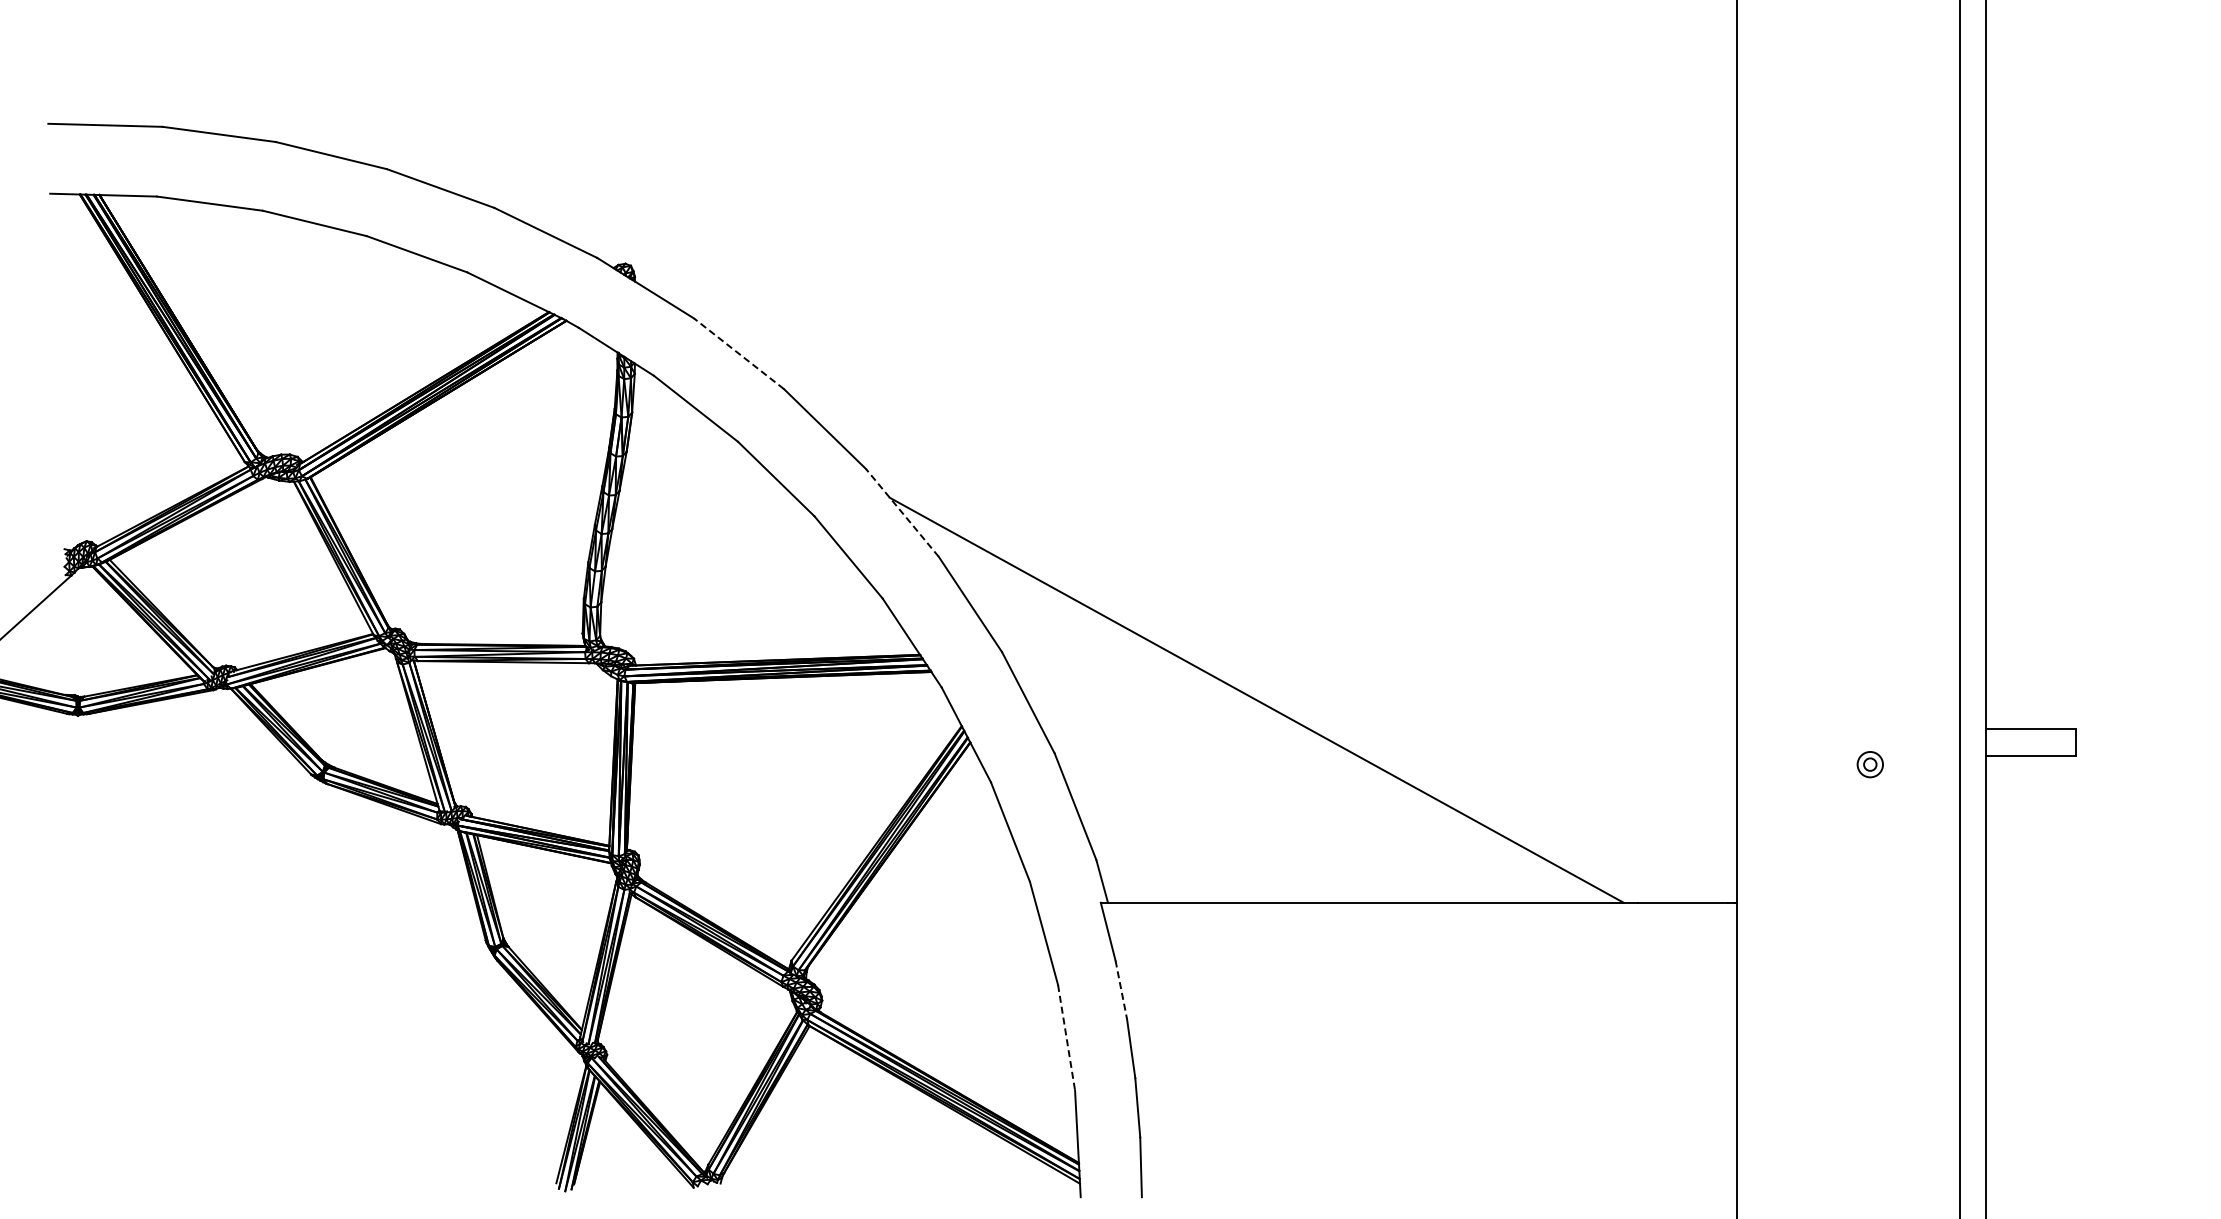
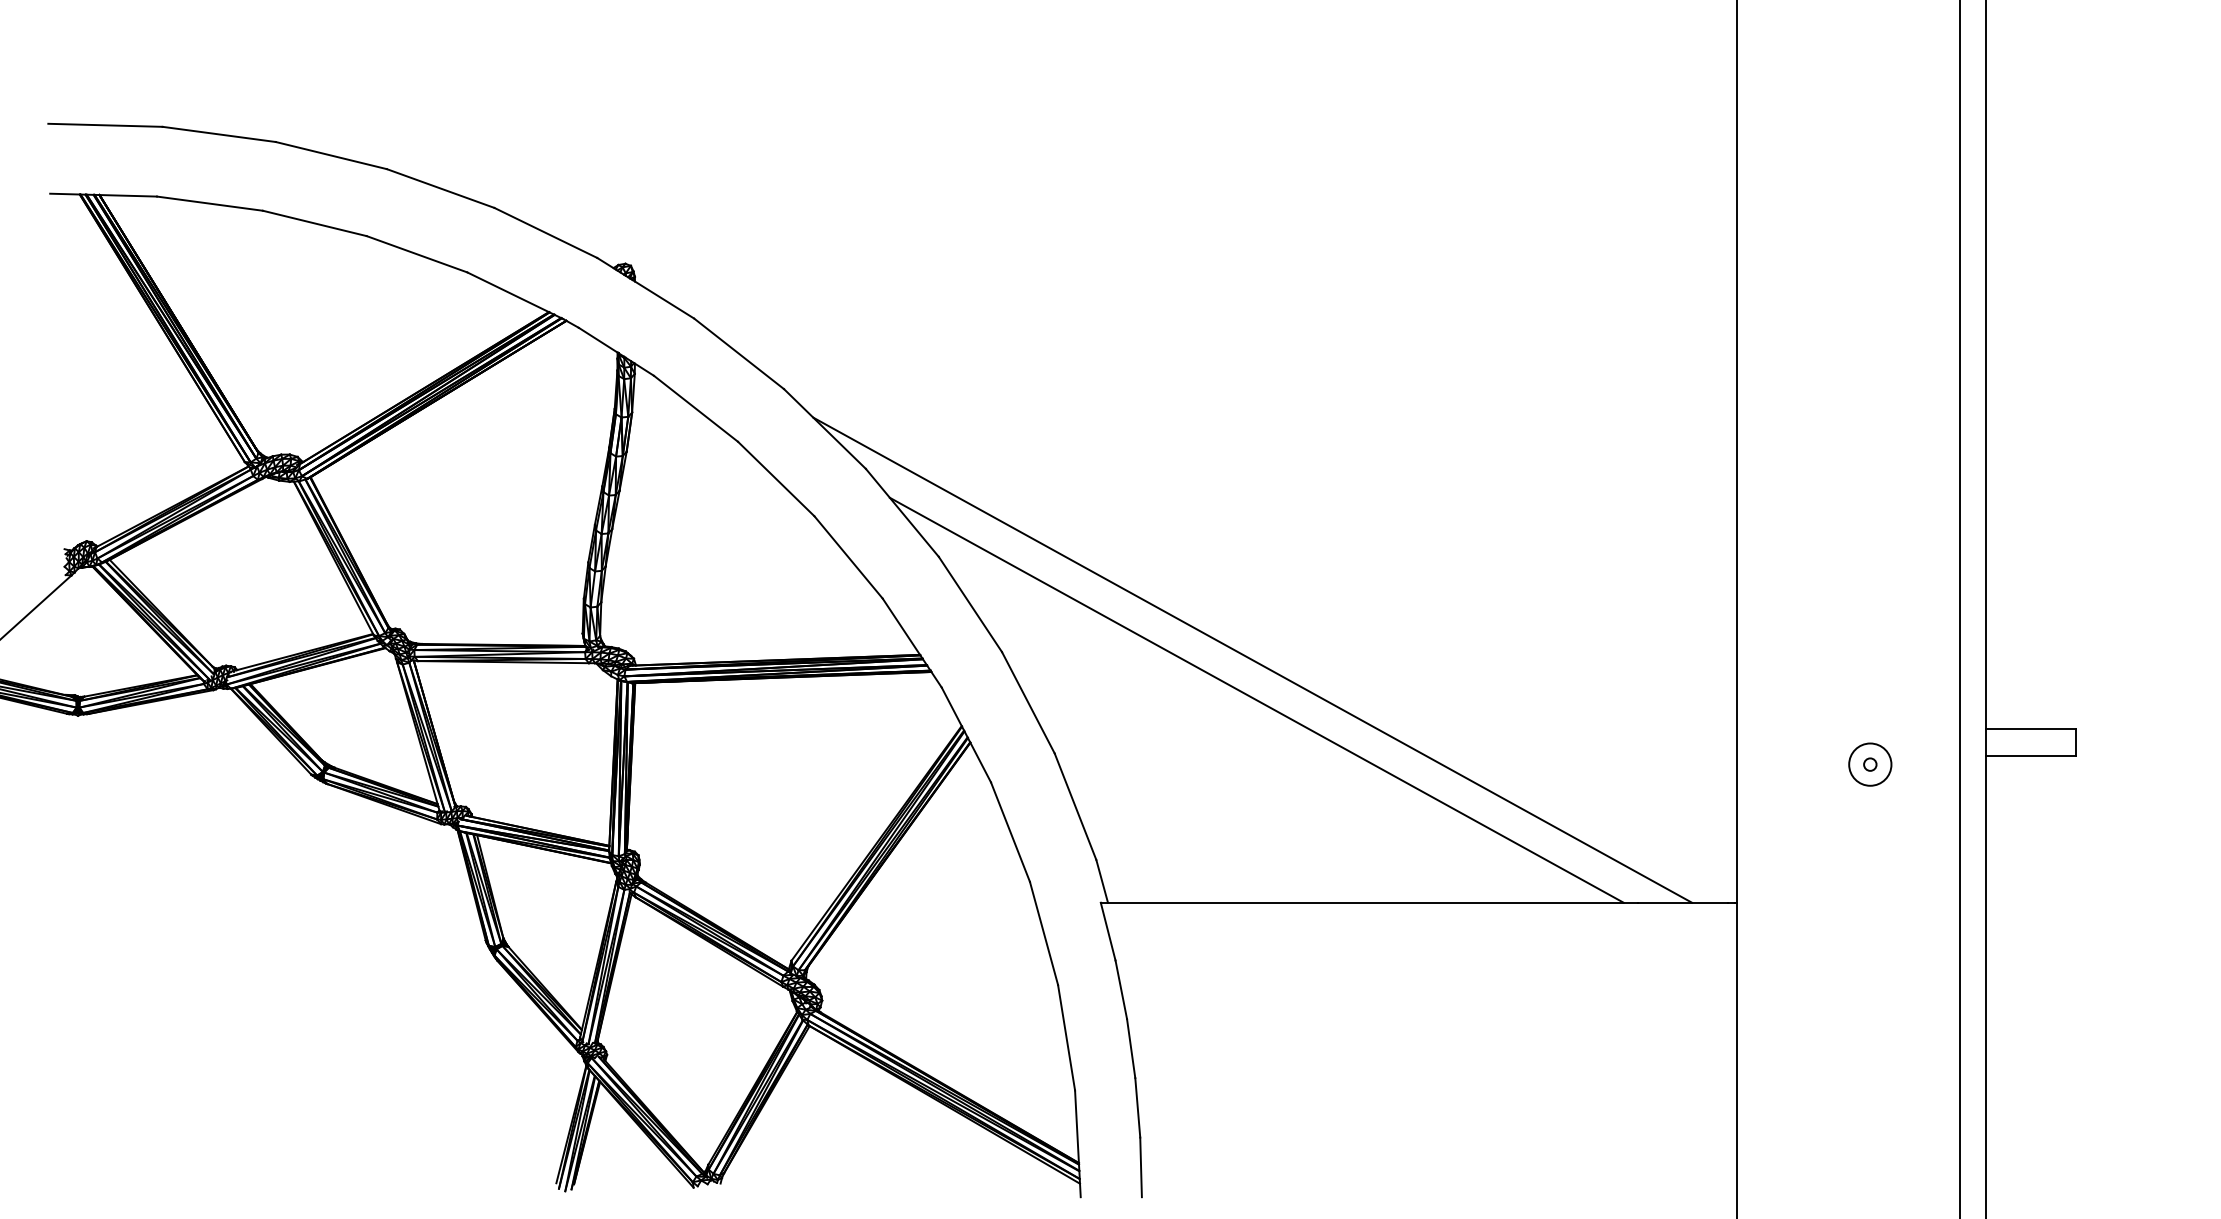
line at (738, 353): dashed -> solid
line at (902, 512): dashed -> solid
line at (1252, 659): none -> present
circle at (1870, 764) diameter: 25 px -> 42 px
line at (1121, 989): dashed -> solid
line at (1066, 1038): dashed -> solid
